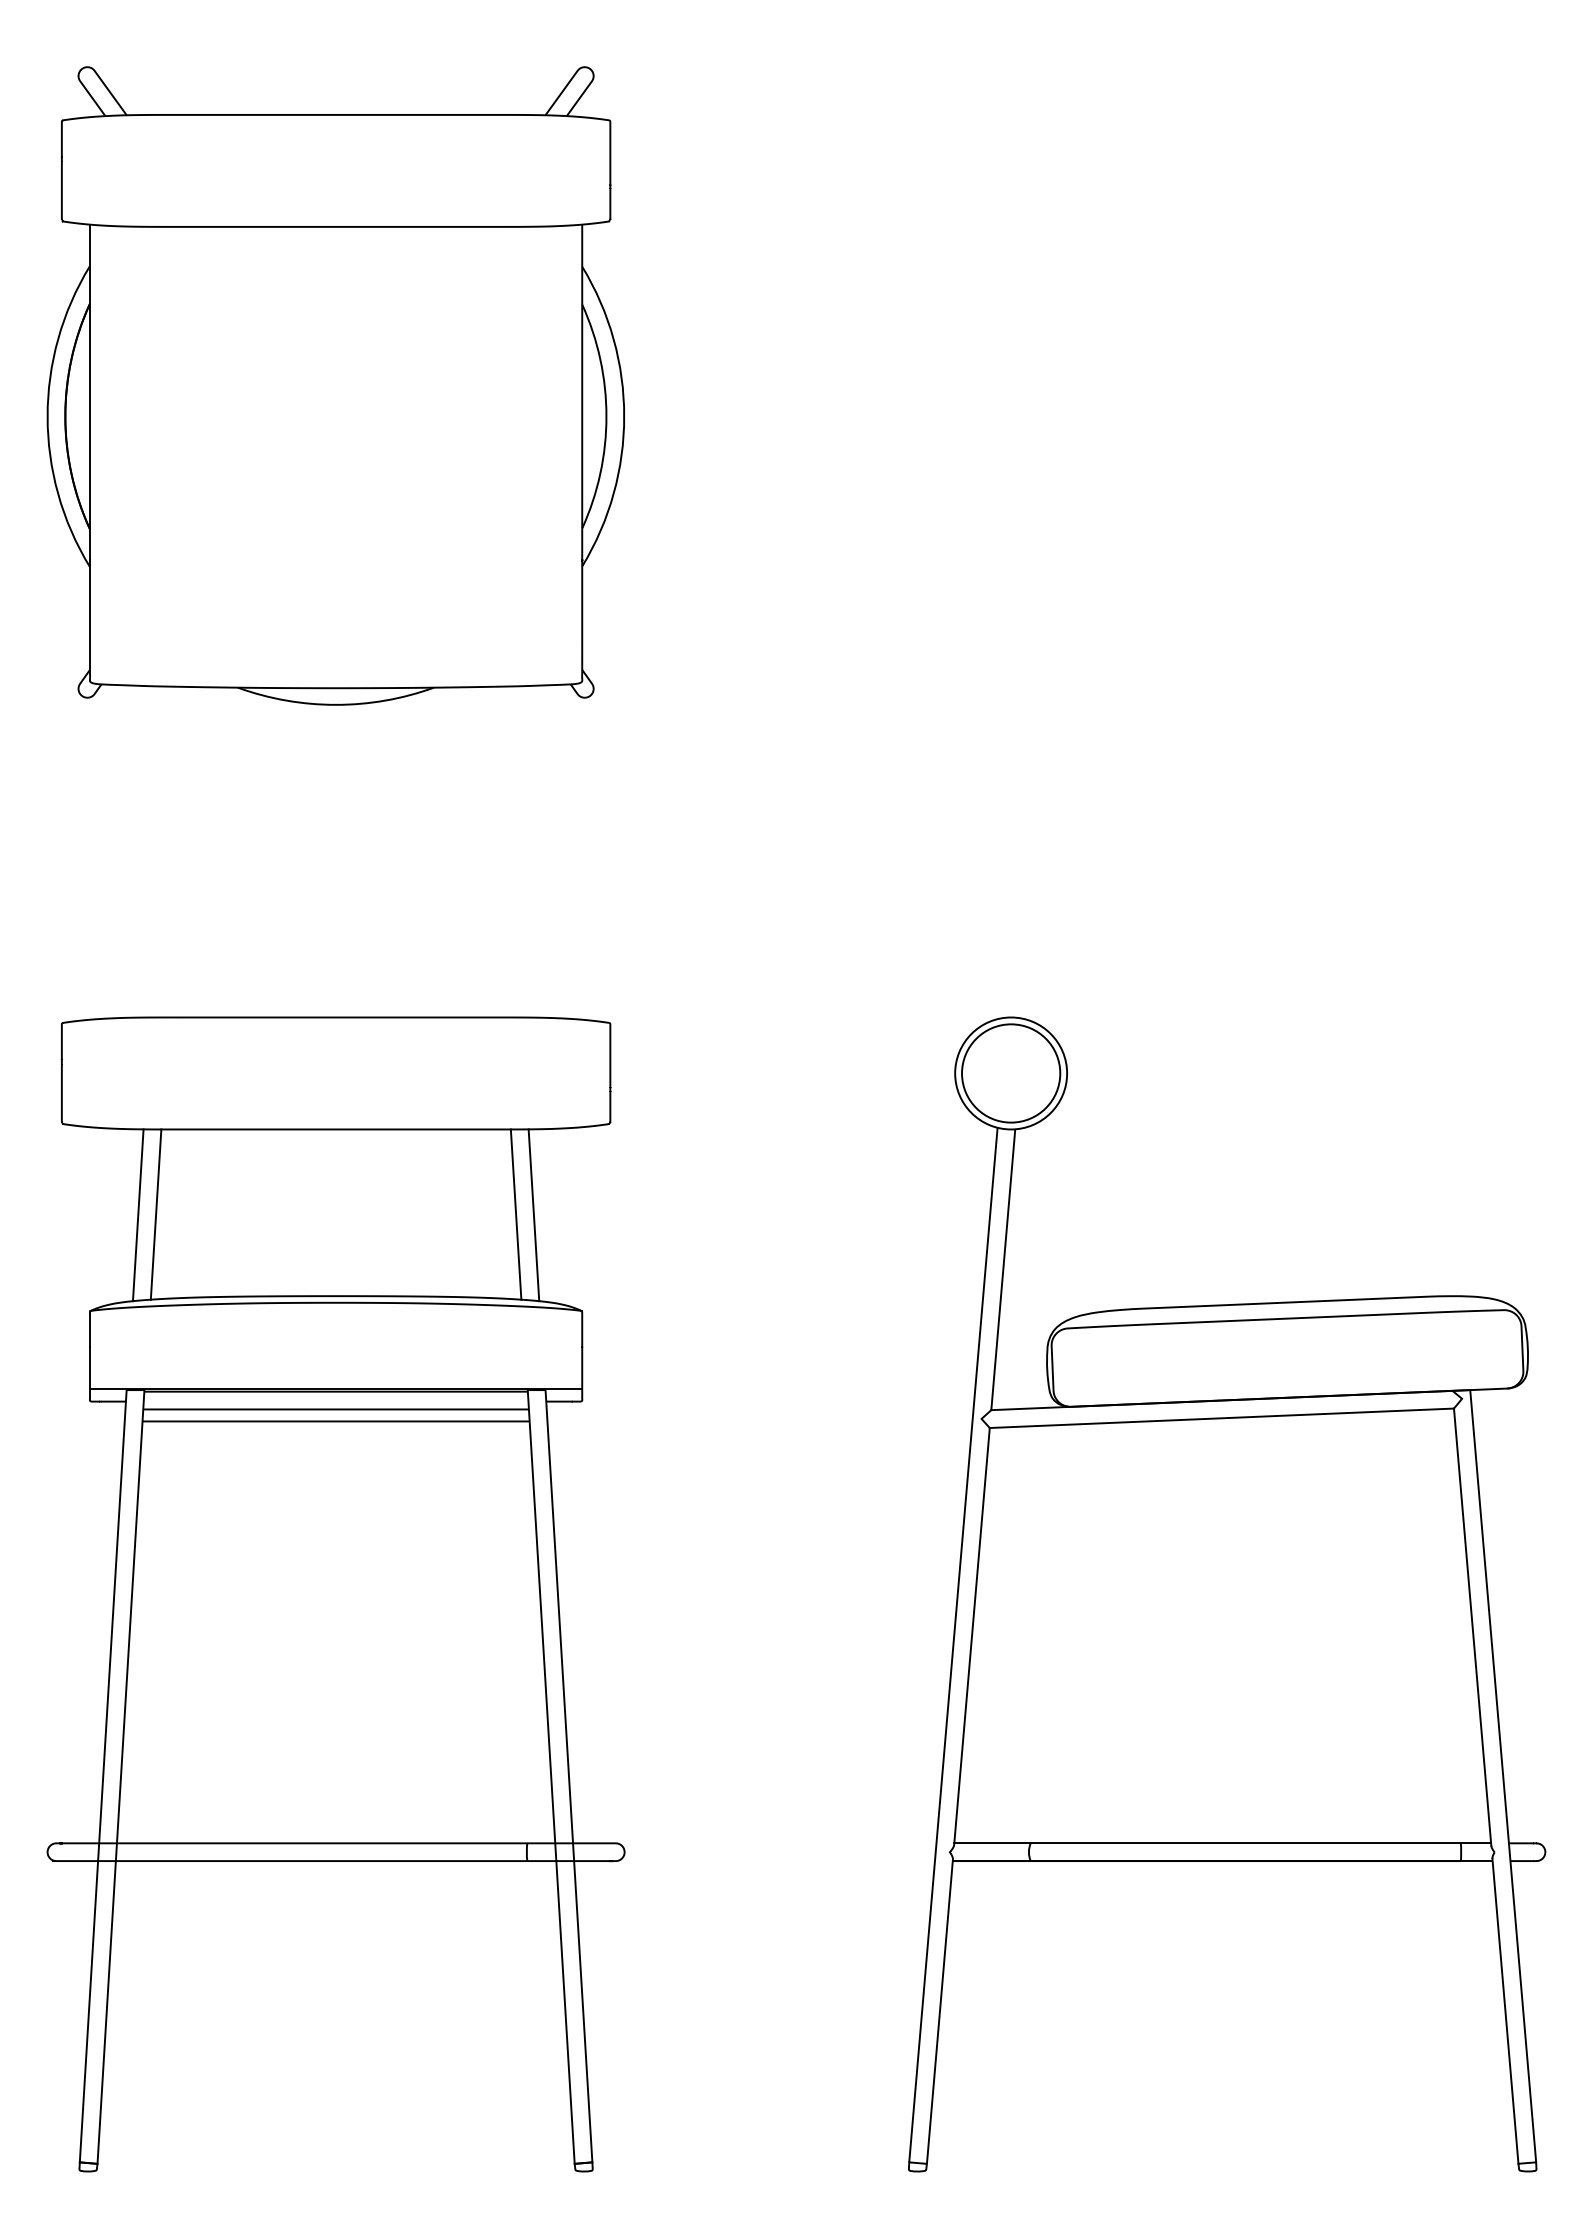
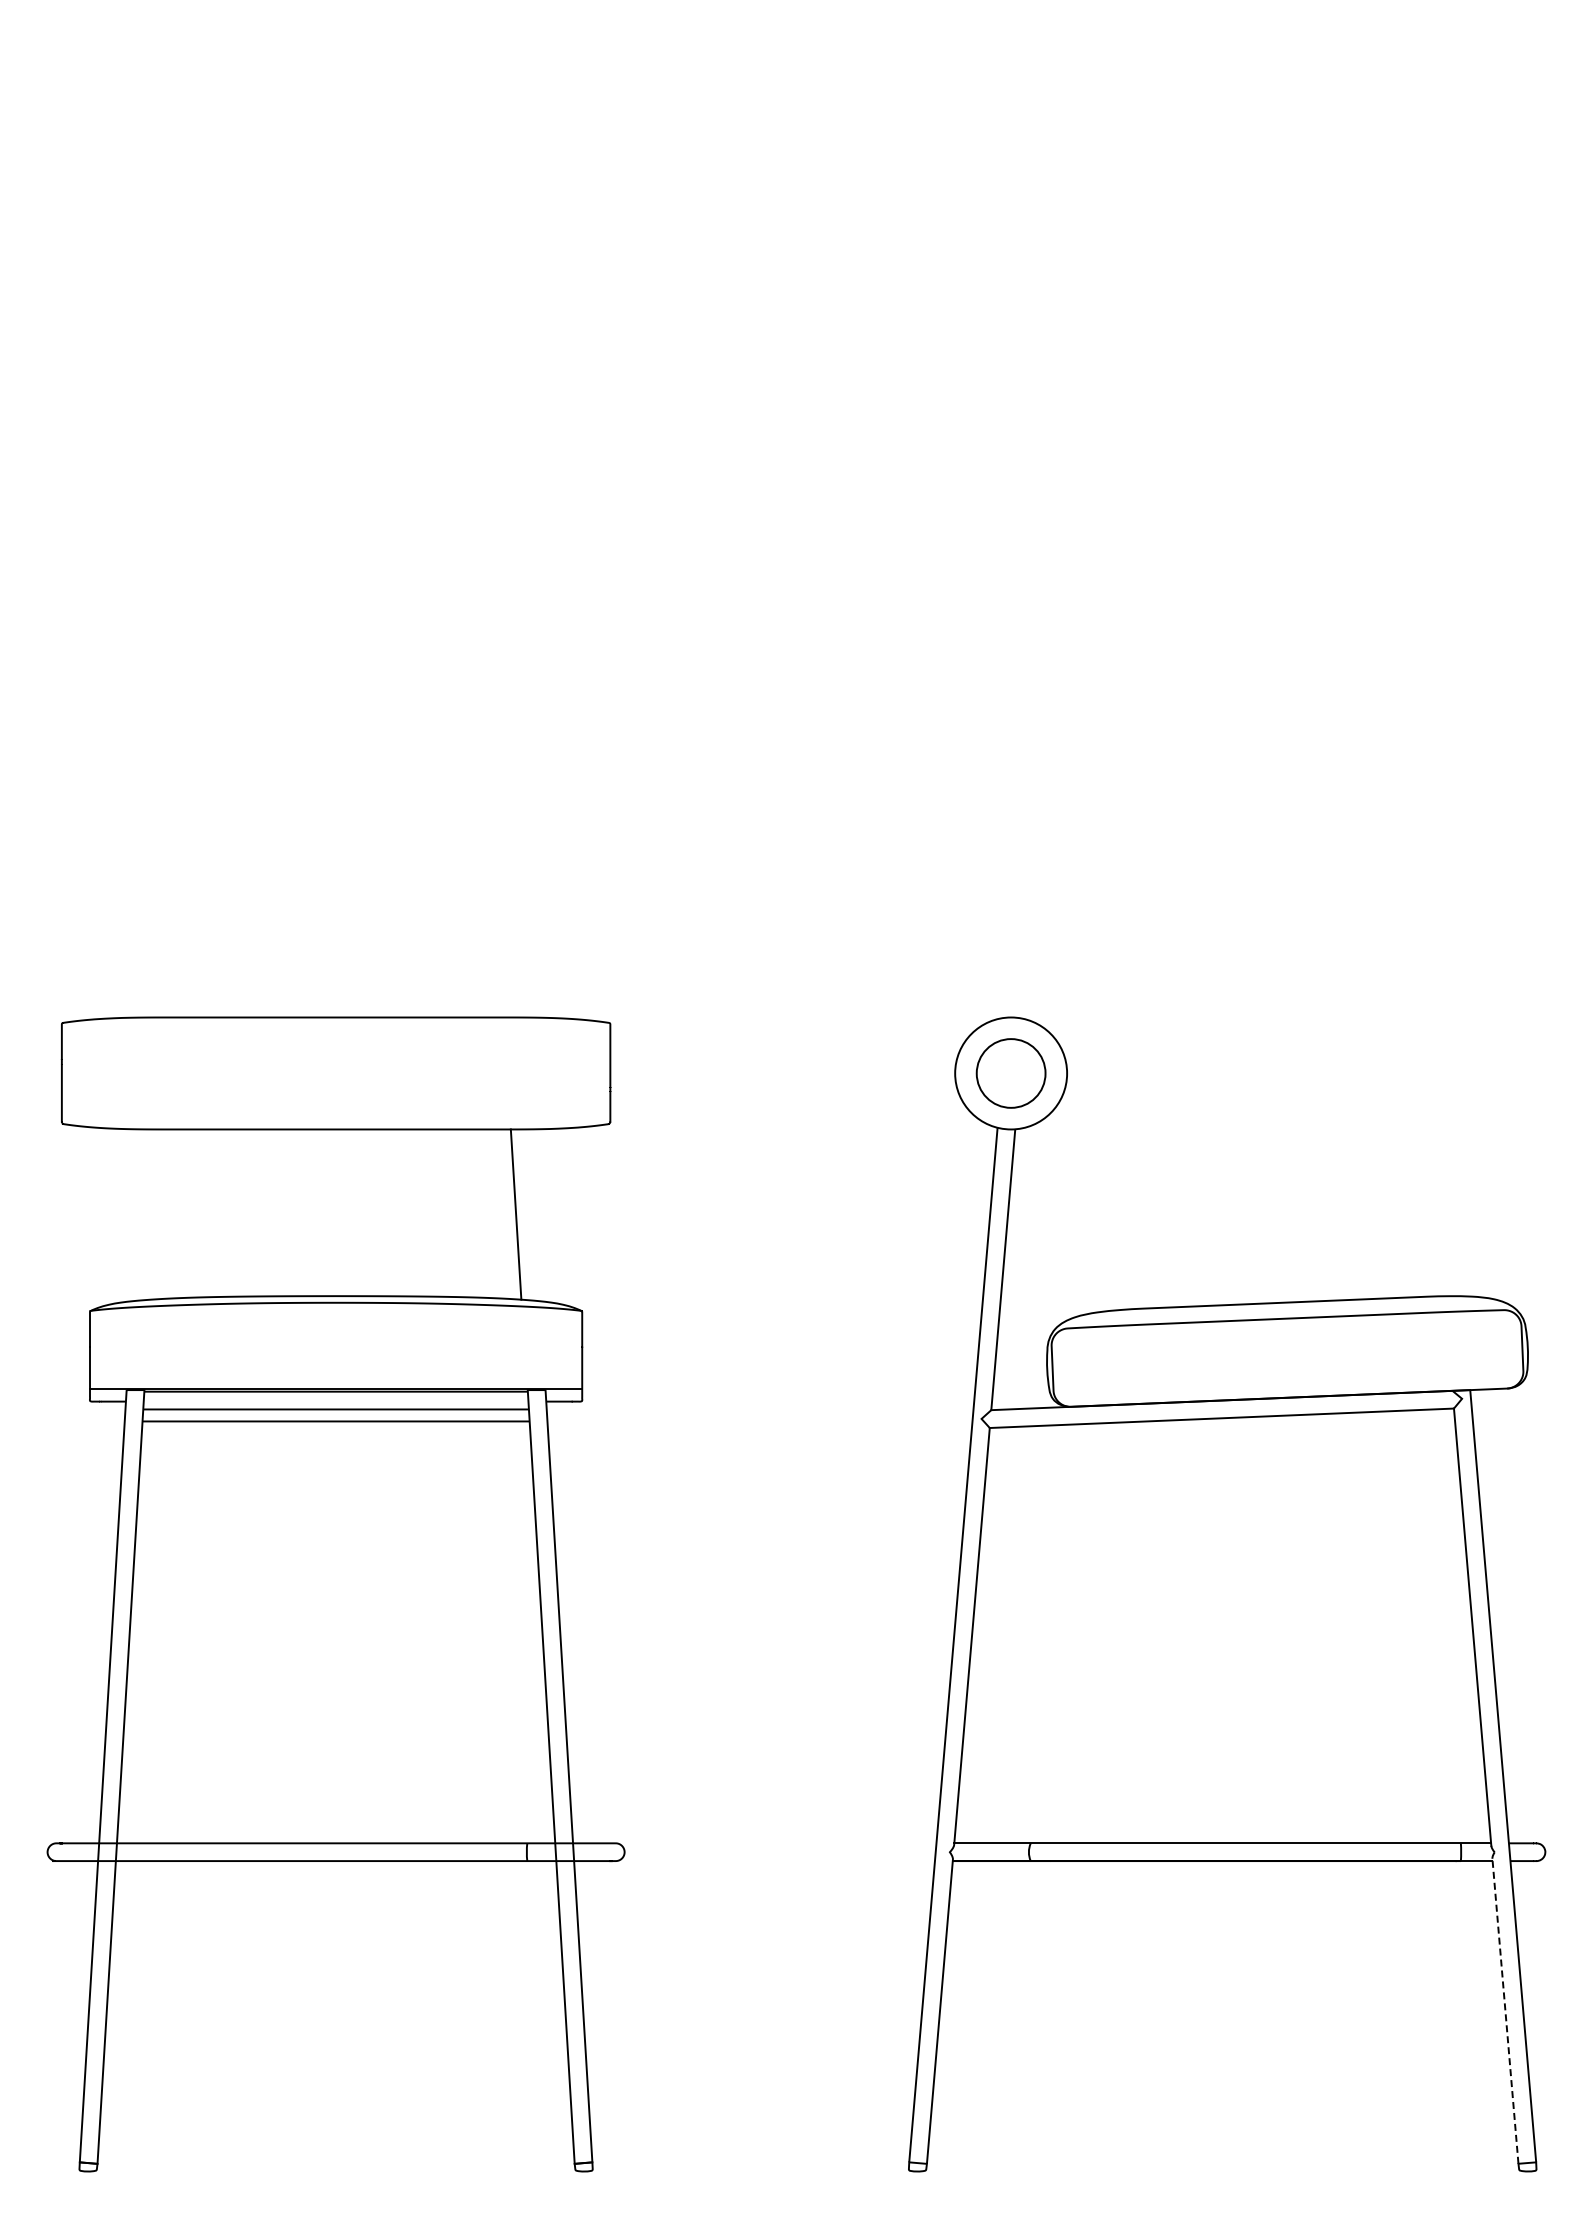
part at (335, 385): present -> none
circle at (1011, 1073) diameter: 98 px -> 69 px
line at (155, 1214): present -> none
line at (137, 1215): present -> none
line at (533, 1215): present -> none
line at (1505, 2010): solid -> dashed
